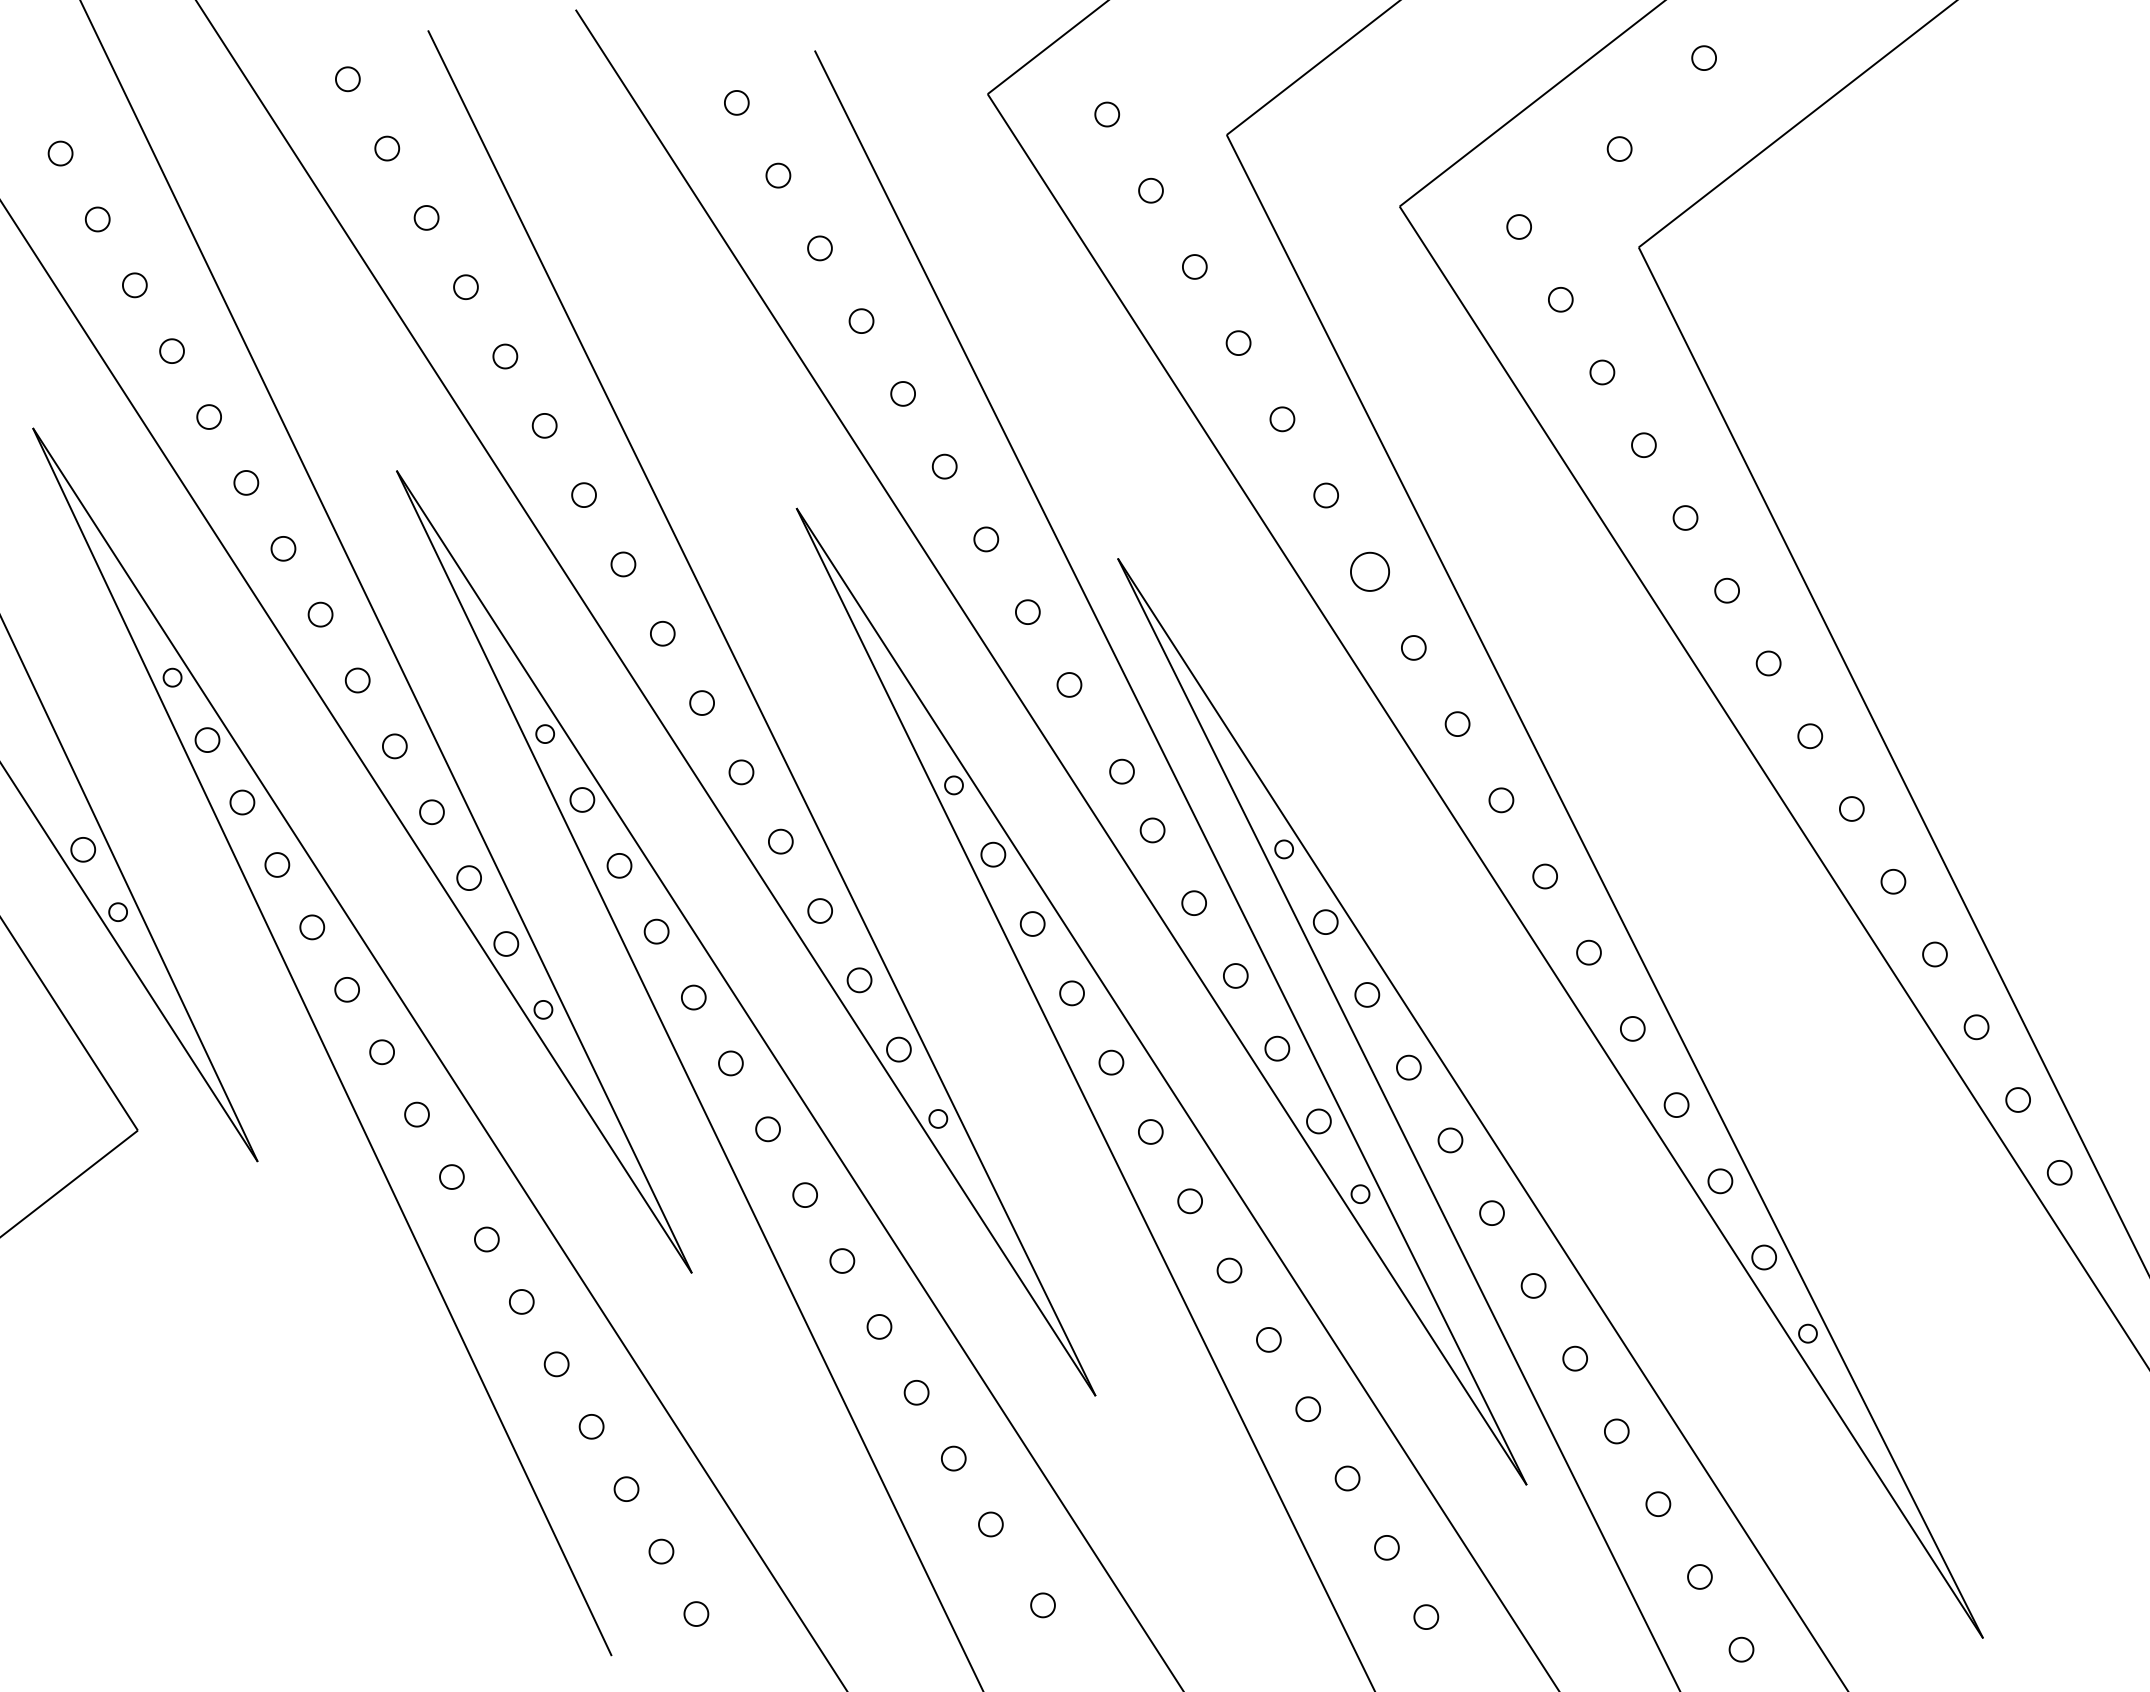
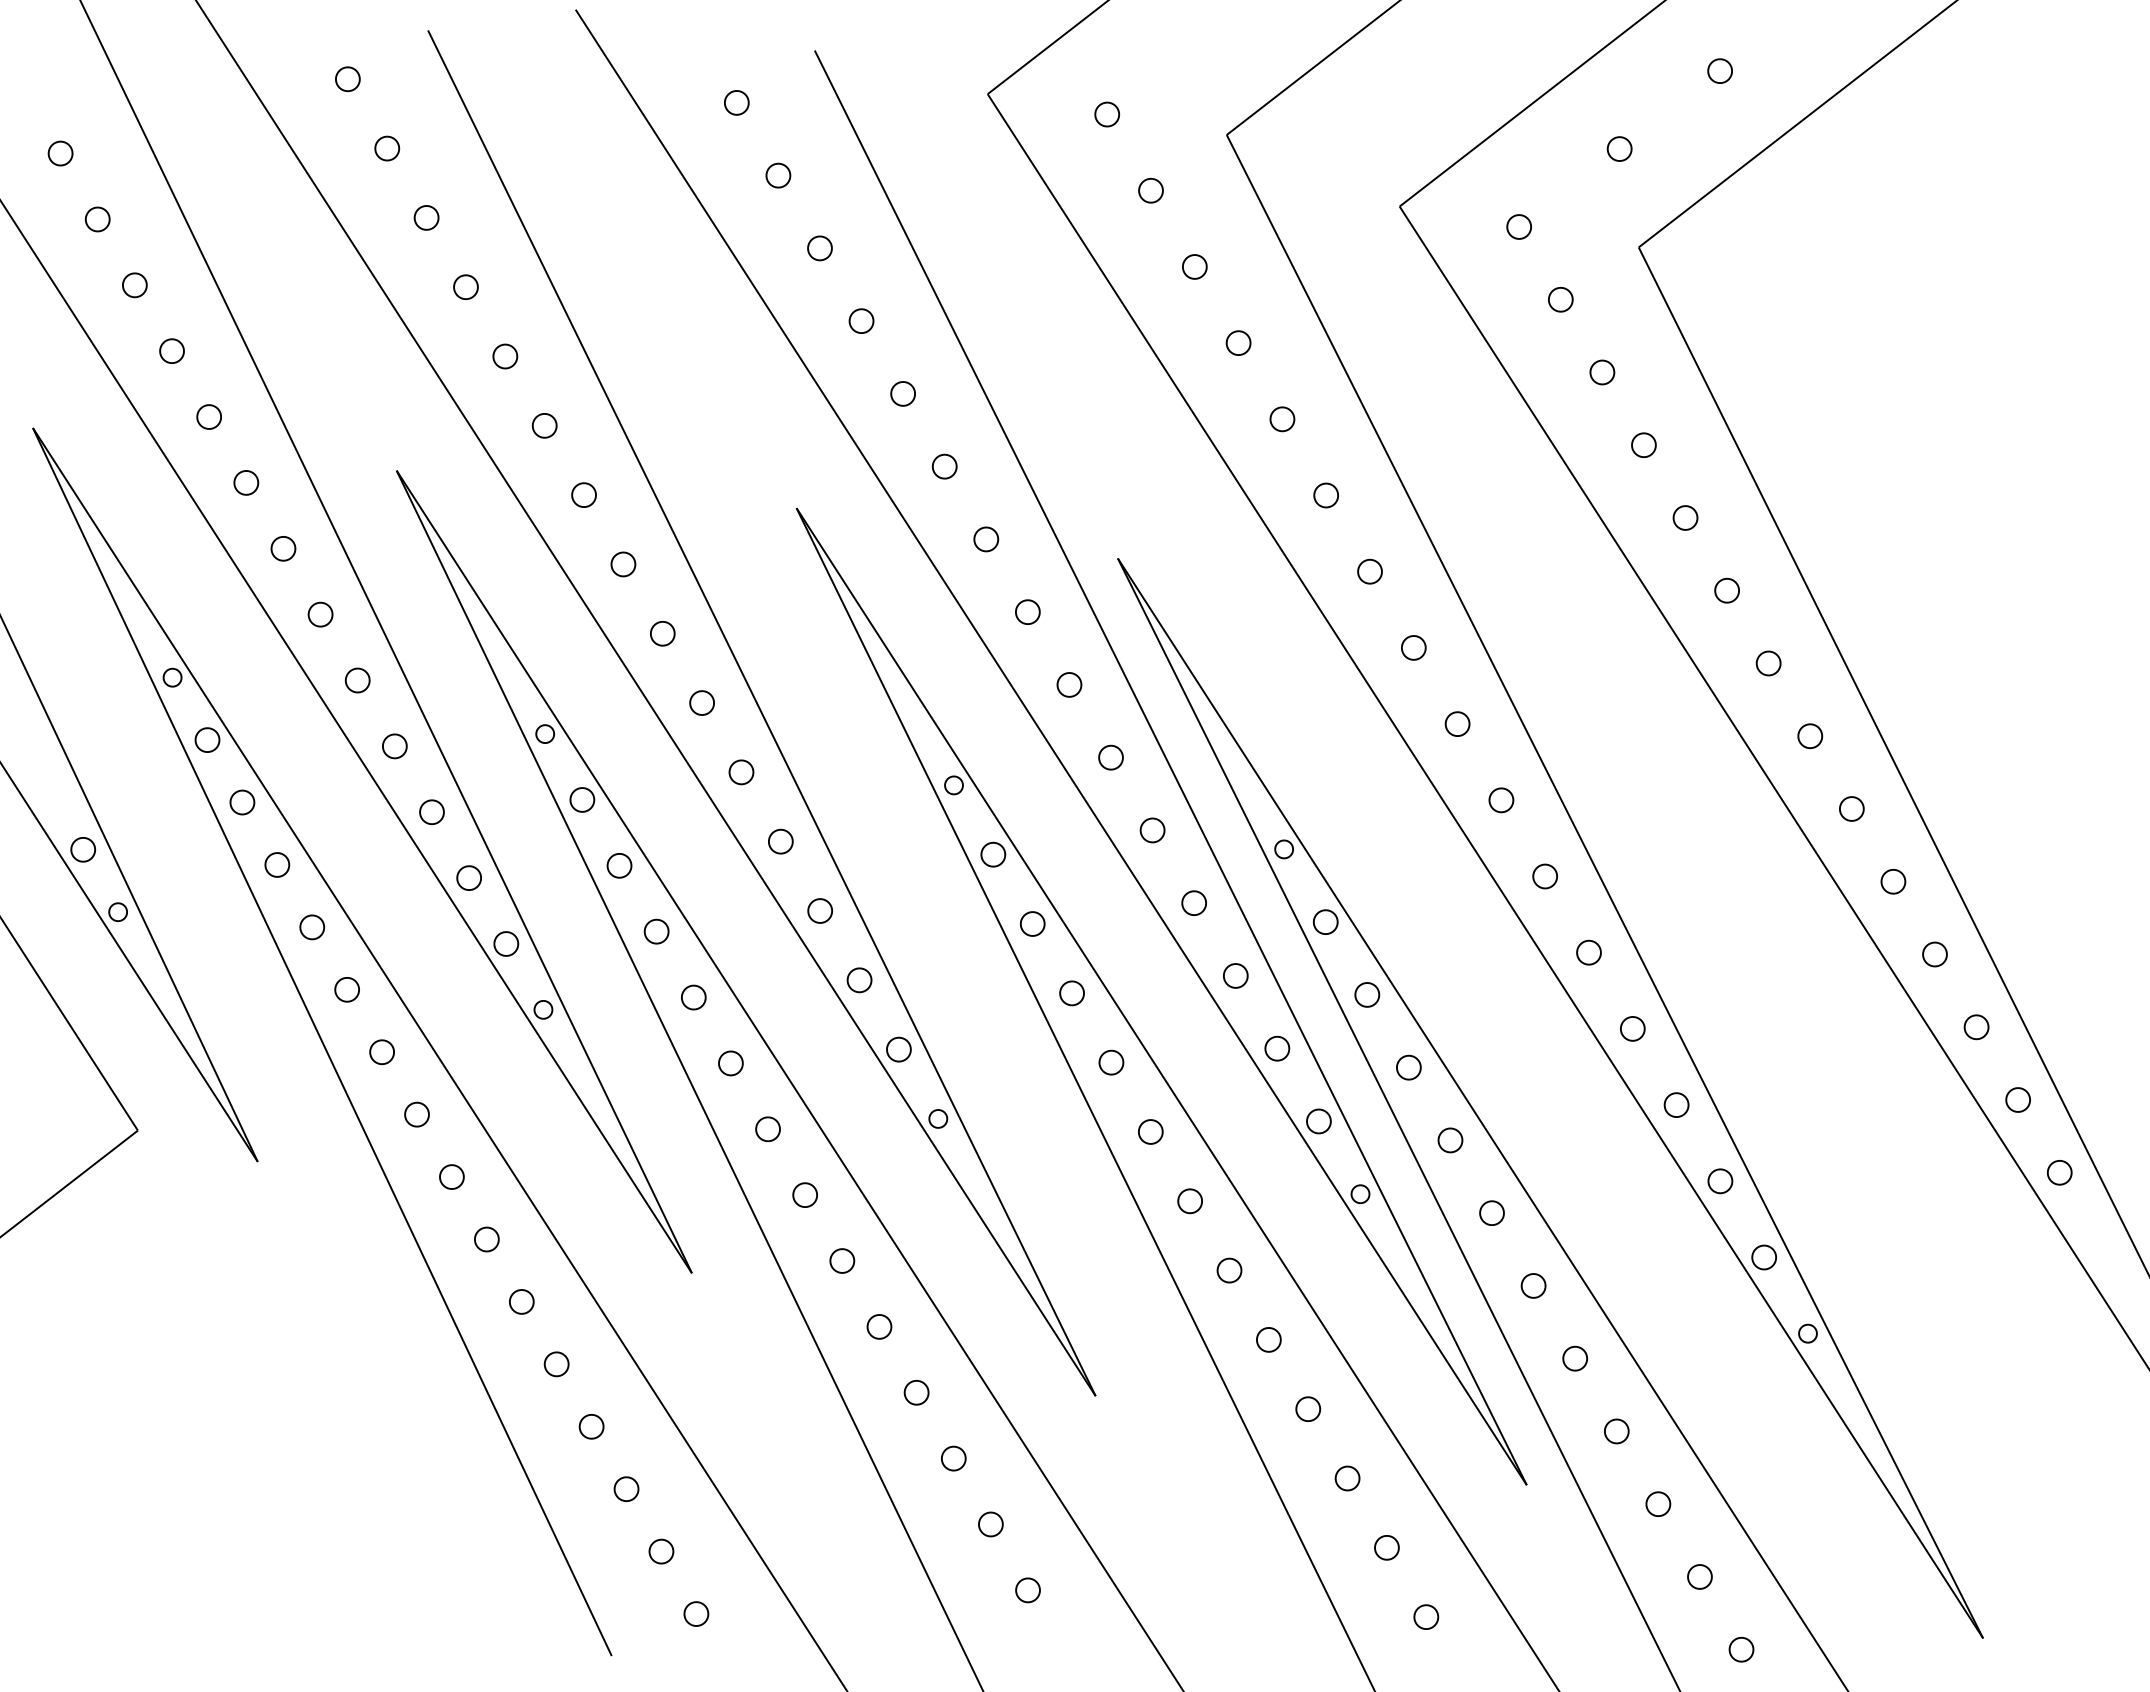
part at (1703, 57) position: (1703, 57) -> (1719, 70)
part at (1369, 571) size: 40x41 px -> 26x27 px
part at (1121, 771) position: (1121, 771) -> (1110, 757)
part at (1042, 1605) position: (1042, 1605) -> (1027, 1590)
